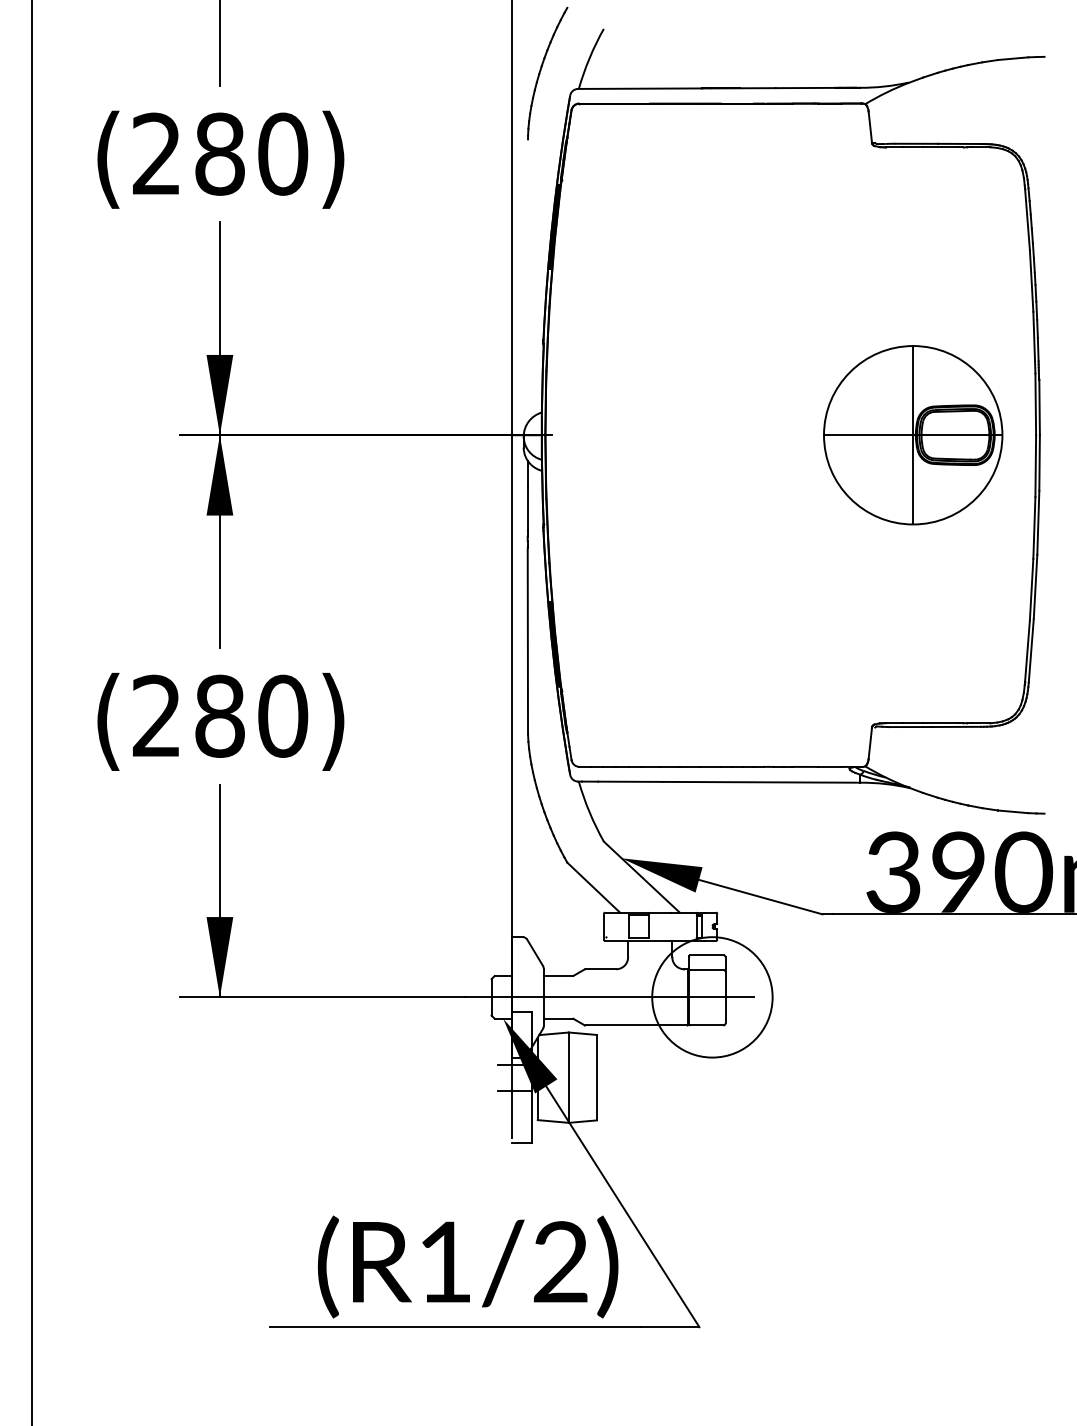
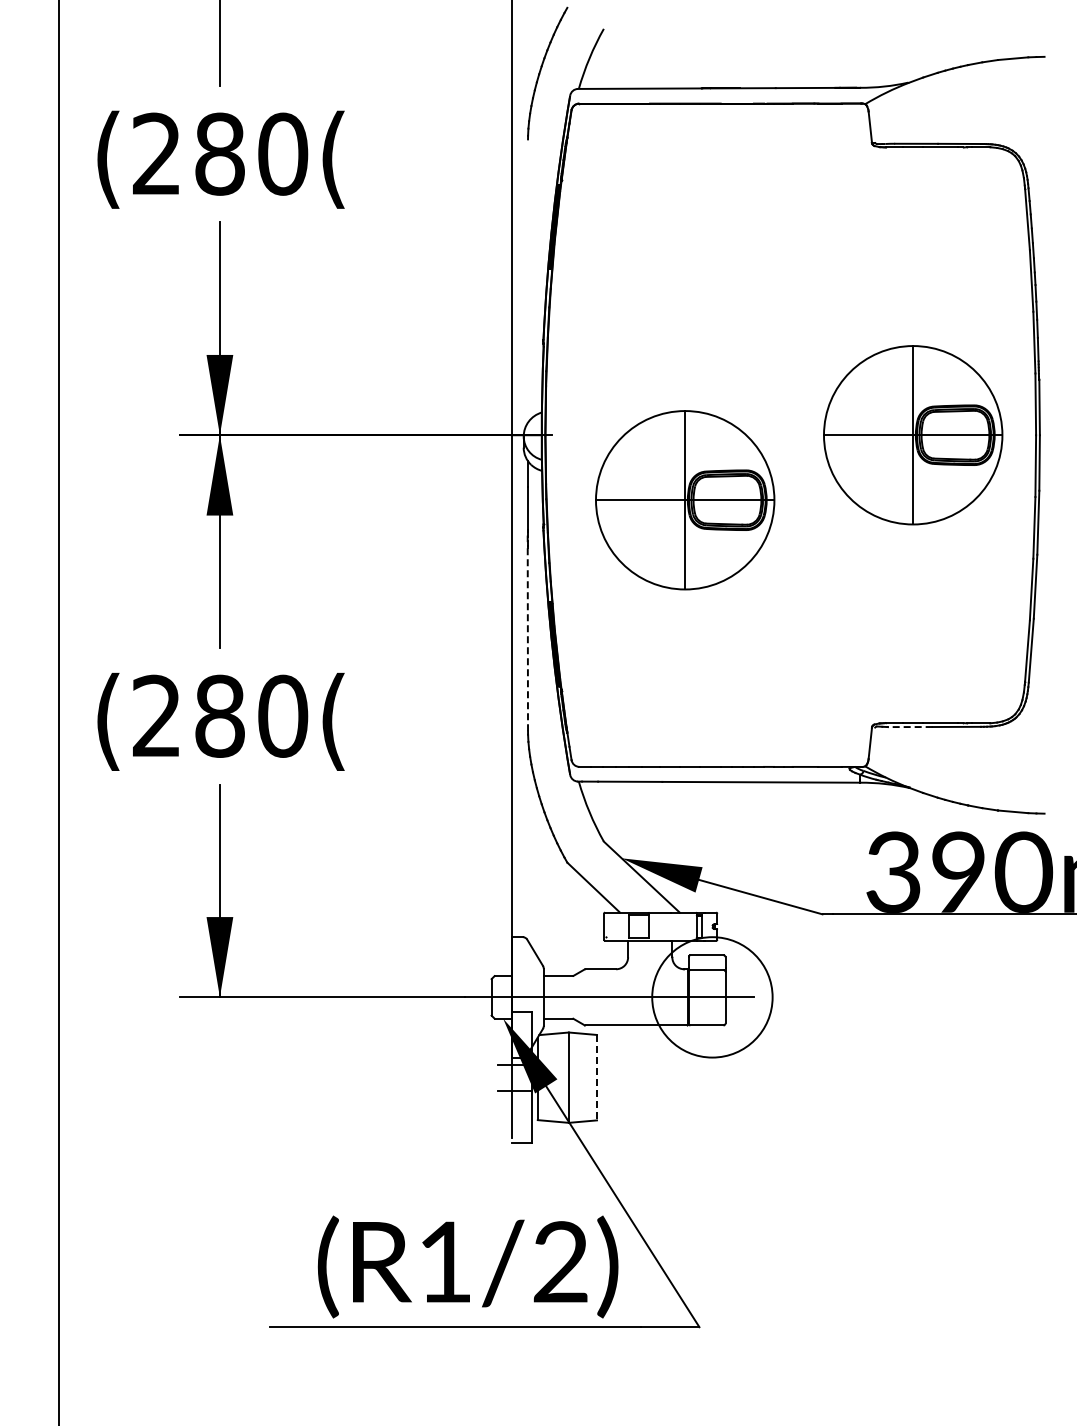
text at (333, 159): ) -> (
part at (685, 500): none -> present
line at (527, 640): solid -> dashed
line at (32, 712) position: (32, 712) -> (59, 712)
text at (333, 721): ) -> (
line at (910, 727): solid -> dashed
line at (597, 1077): solid -> dashed
